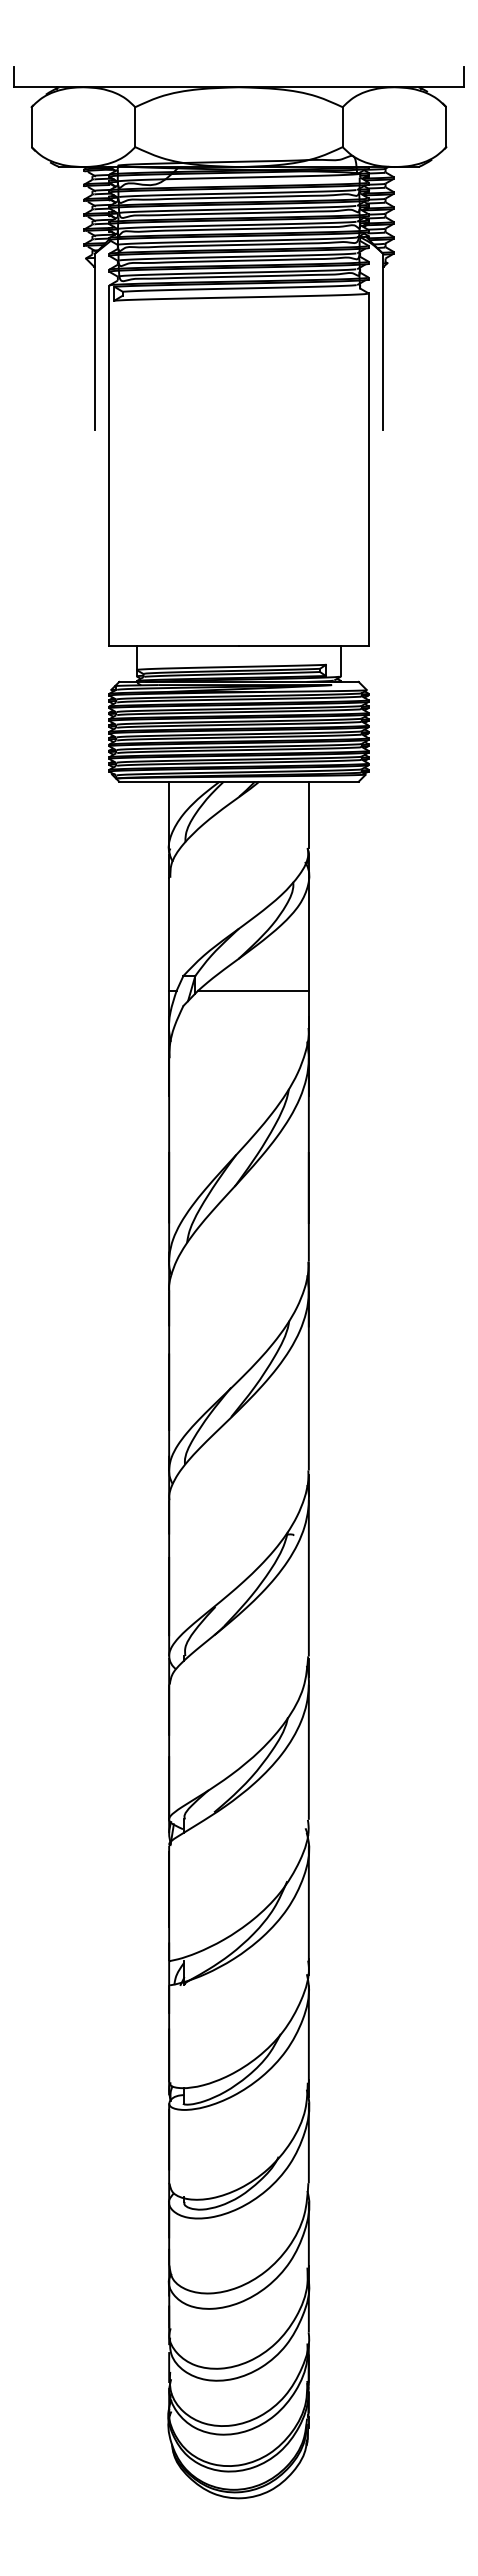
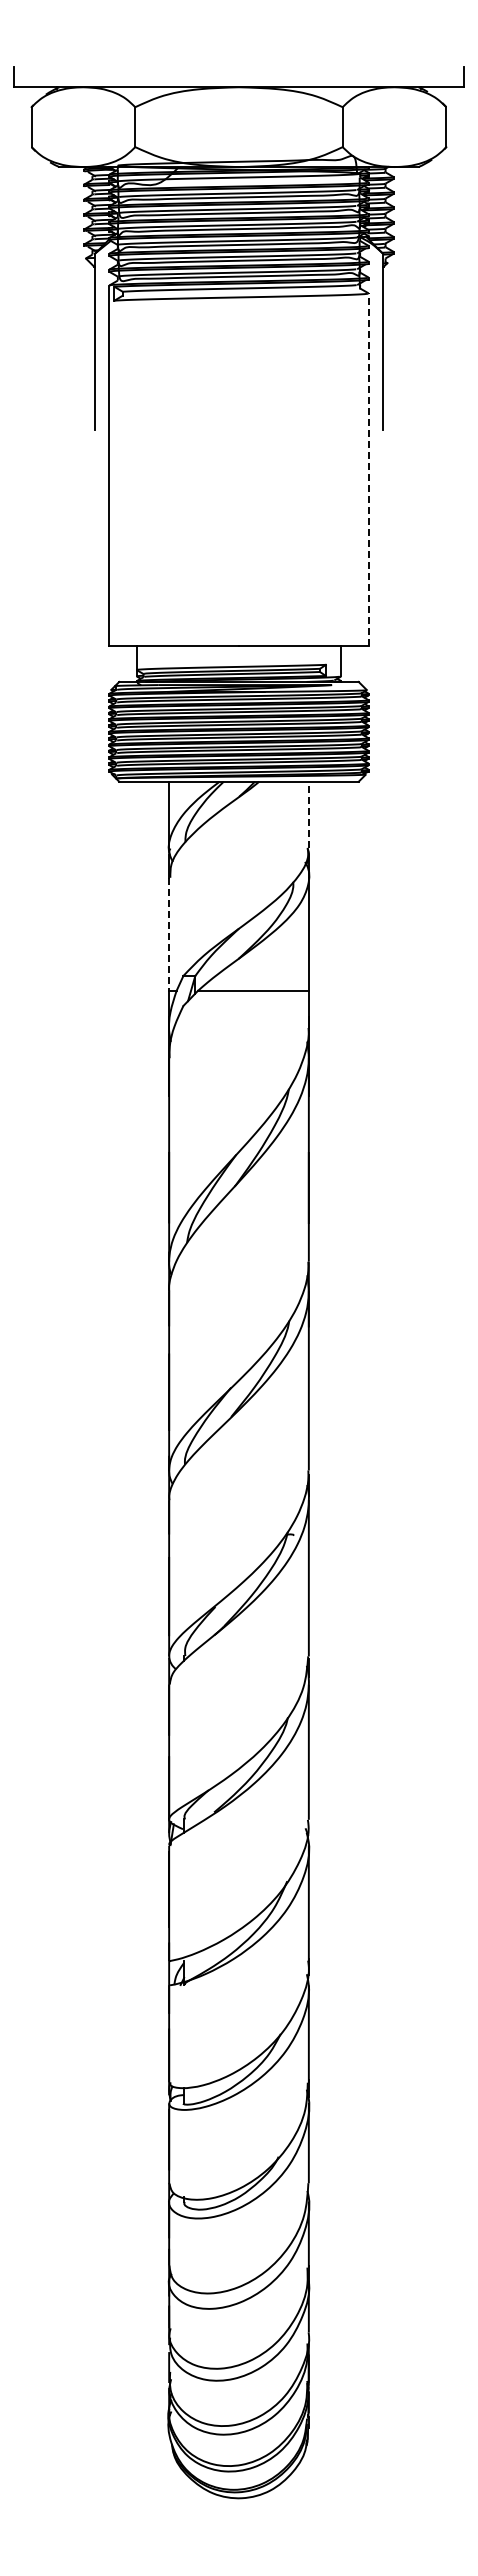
line at (368, 469): solid -> dashed
line at (308, 814): solid -> dashed
line at (169, 934): solid -> dashed
